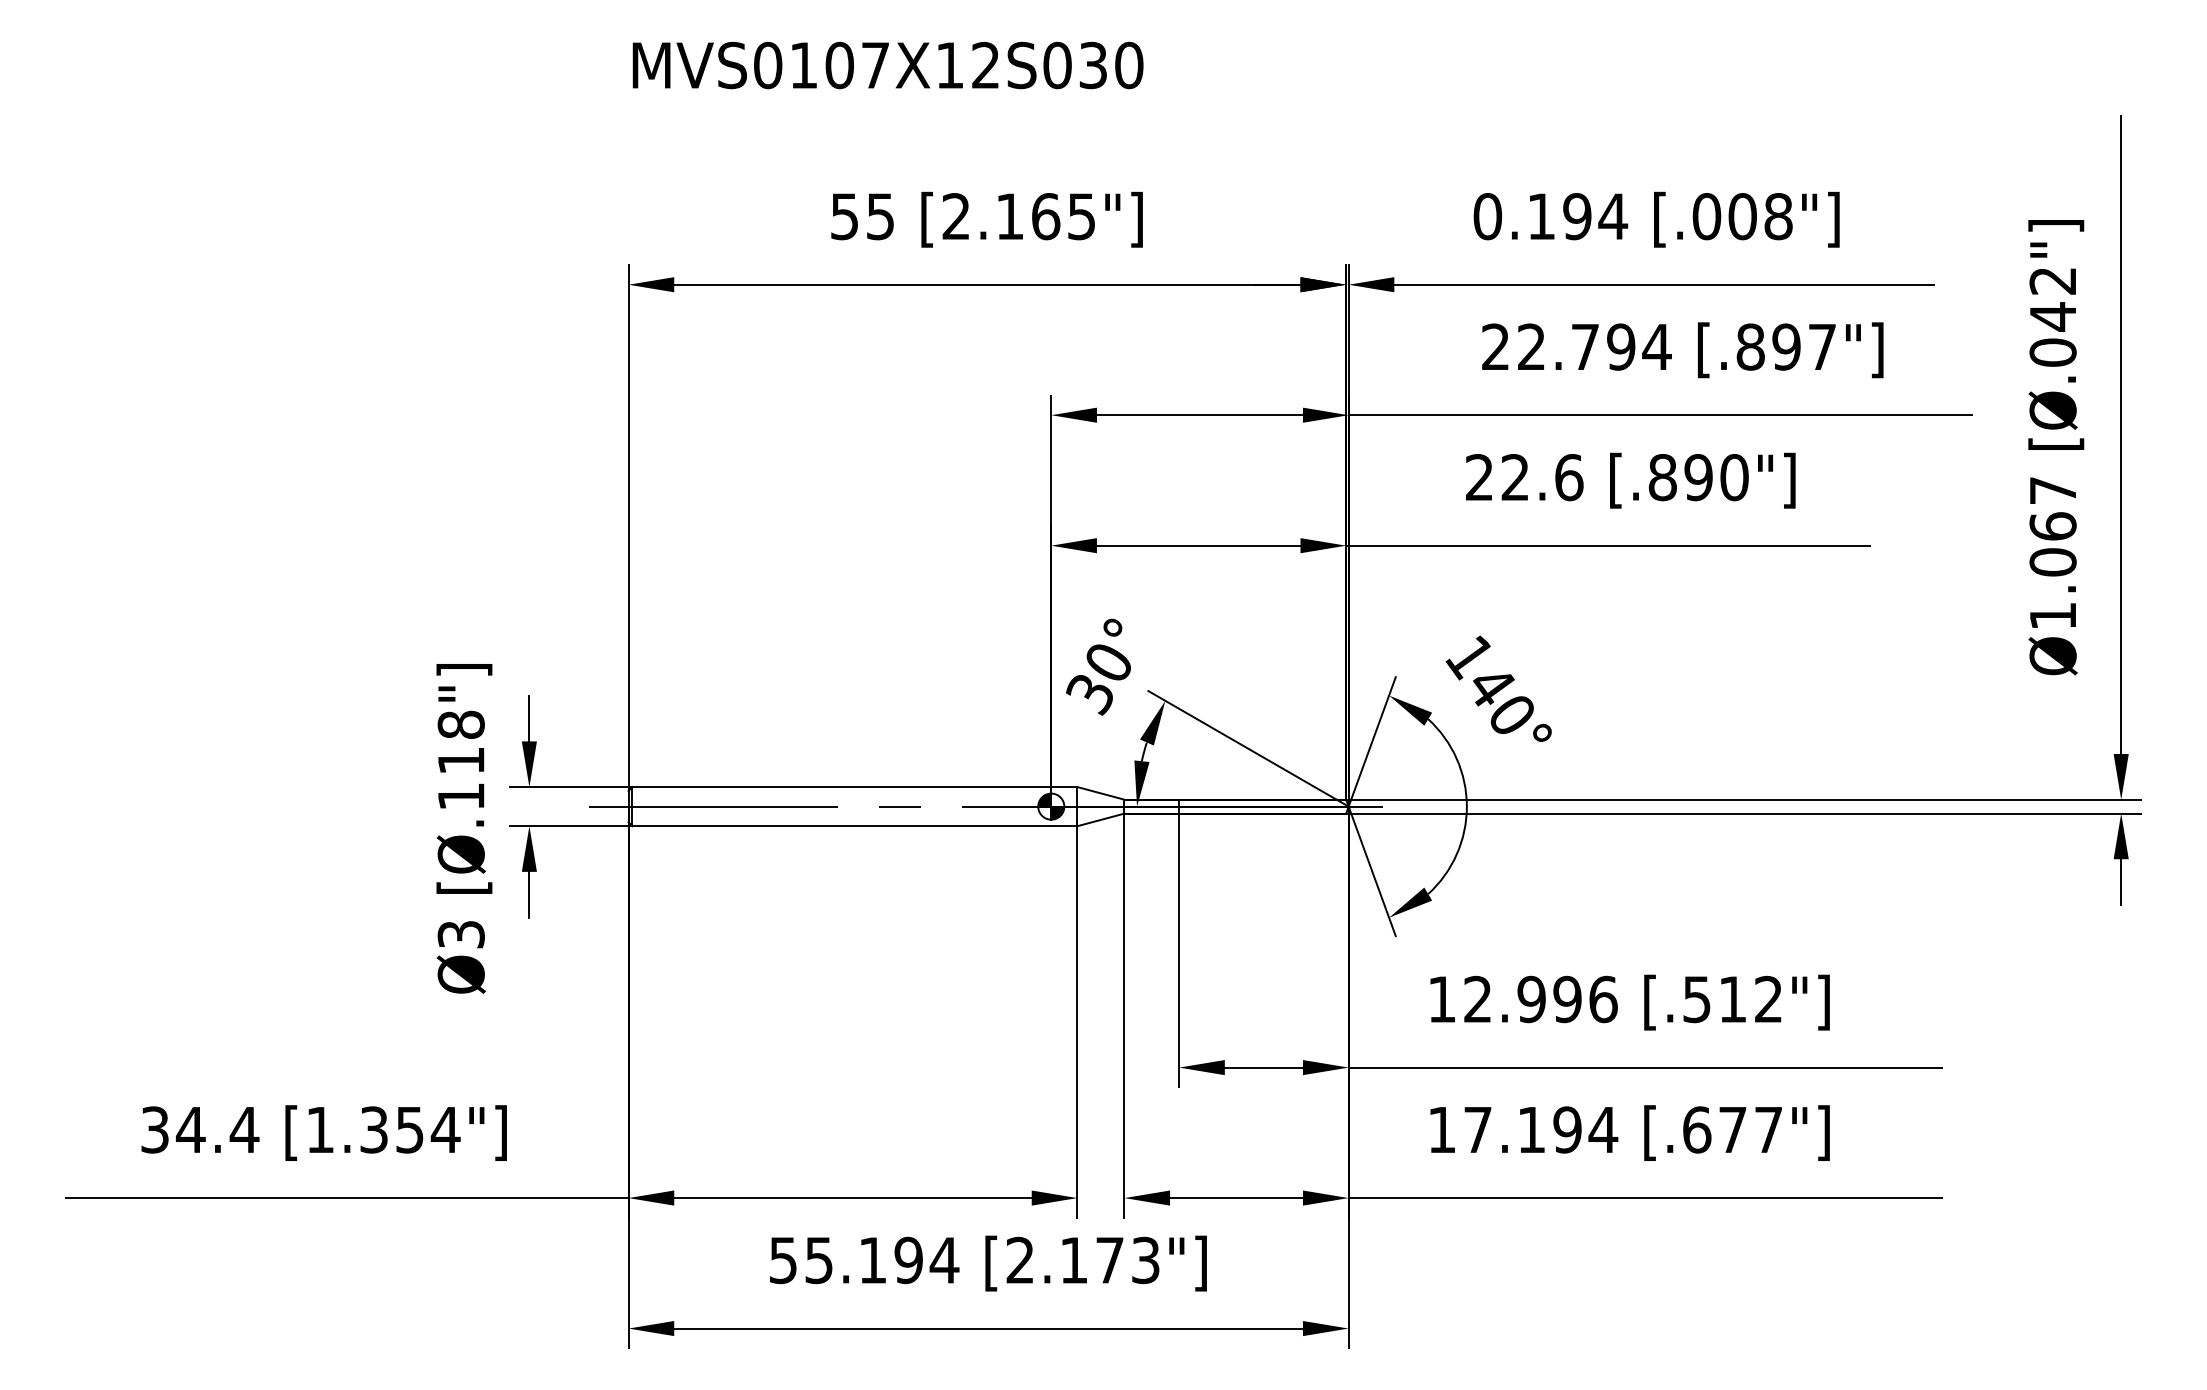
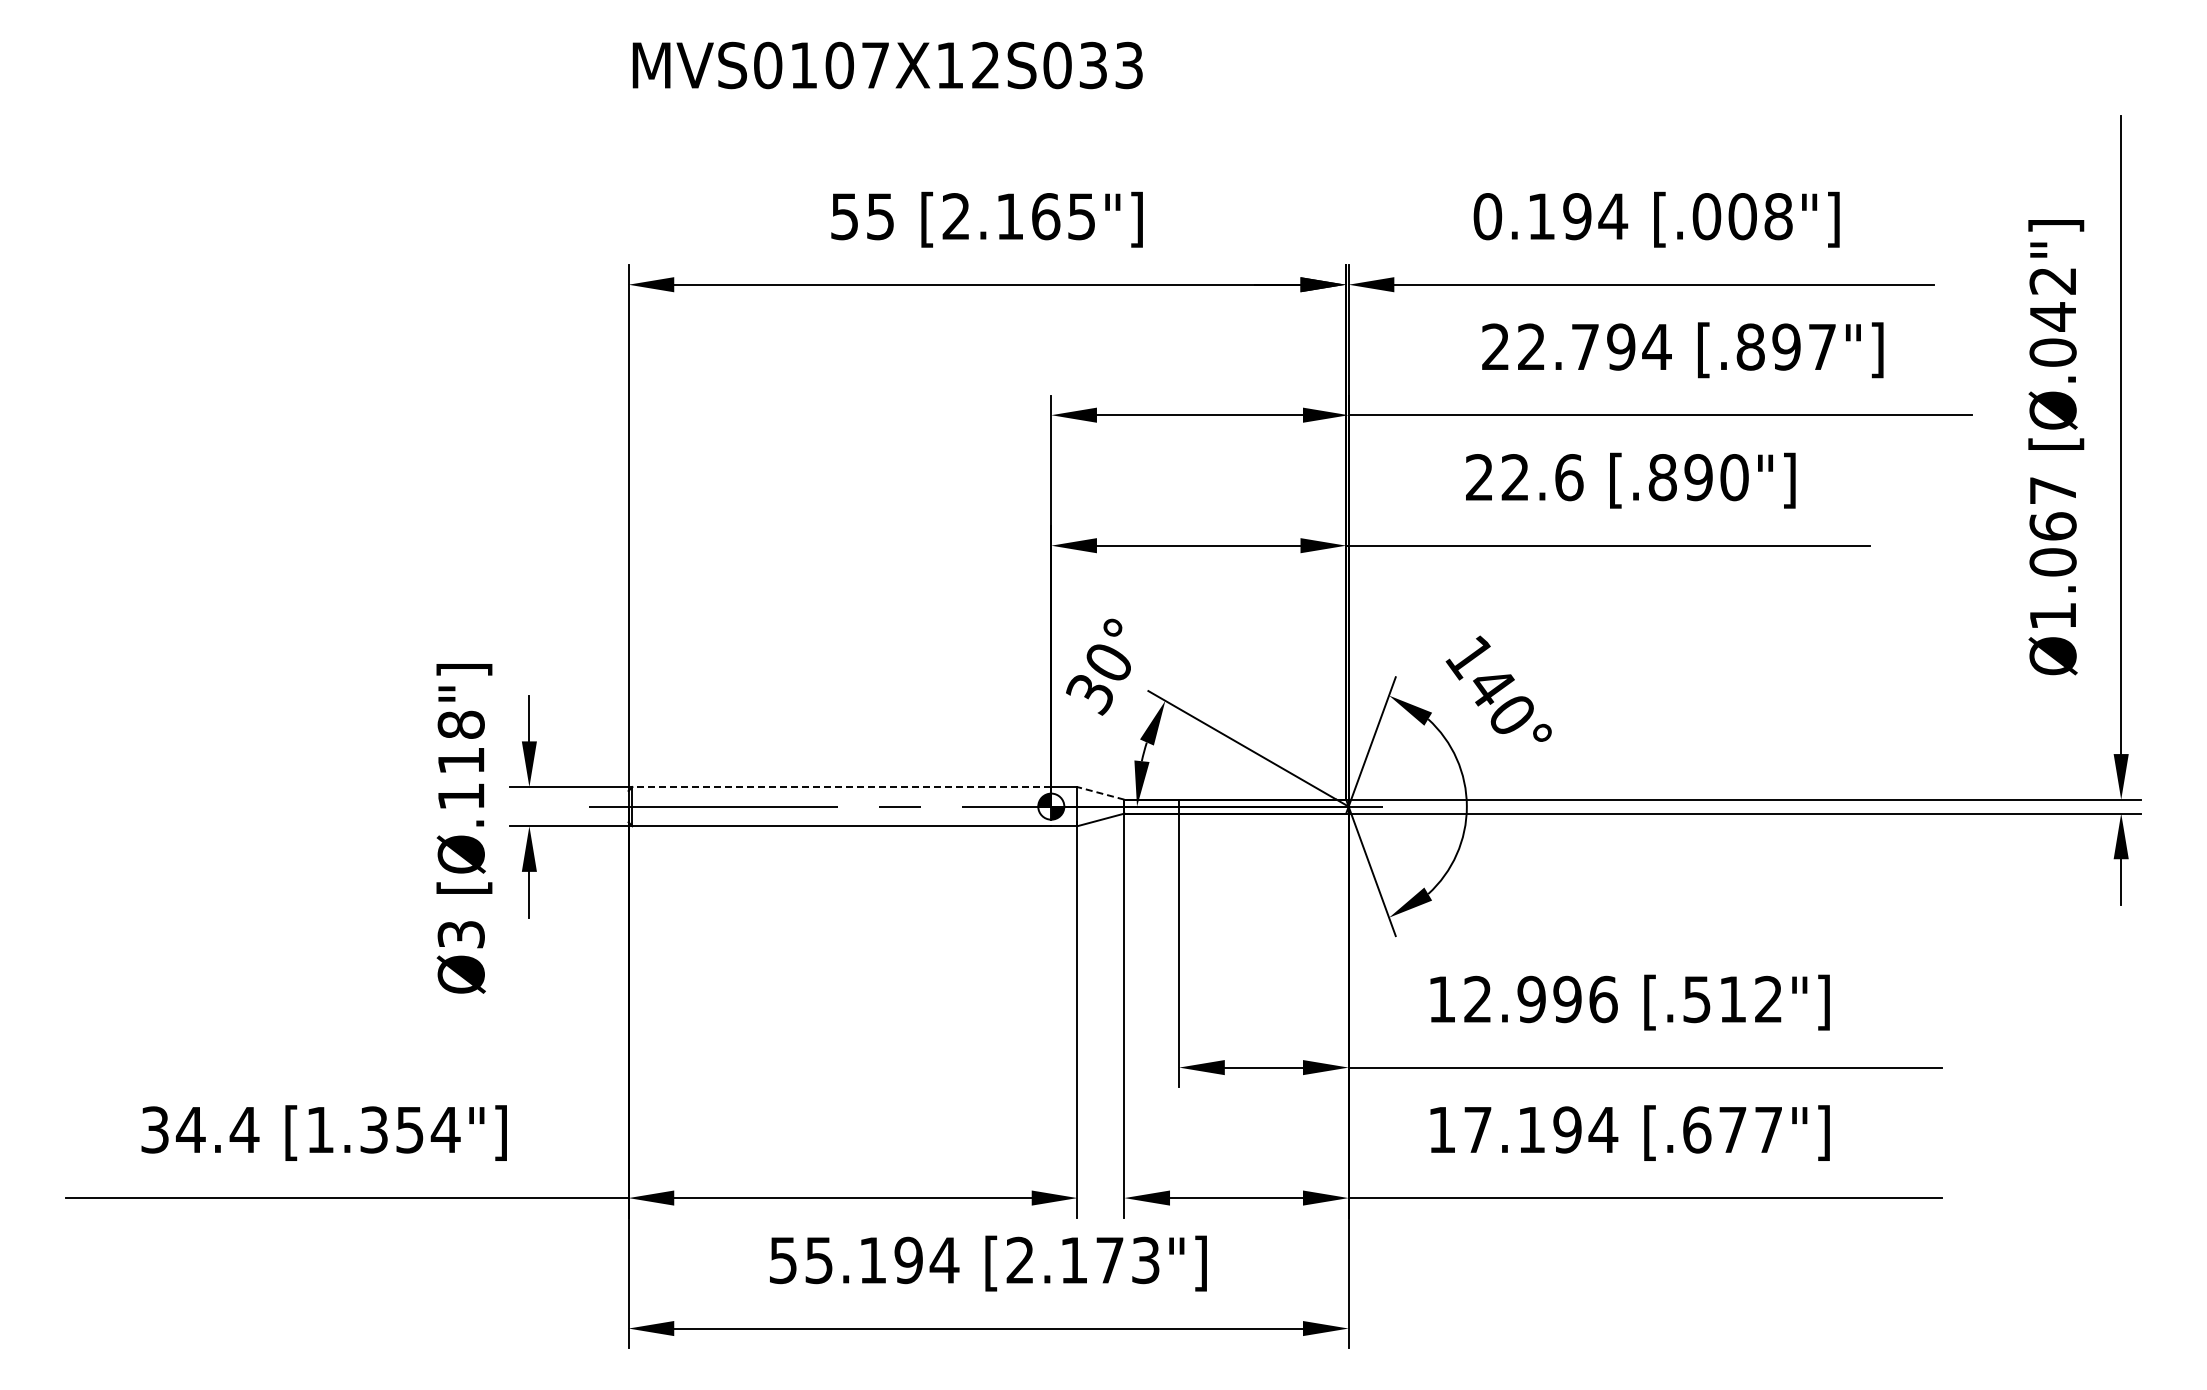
text at (1129, 65): MVS0107X12S030 -> MVS0107X12S033
line at (841, 787): solid -> dashed
line at (1100, 793): solid -> dashed
